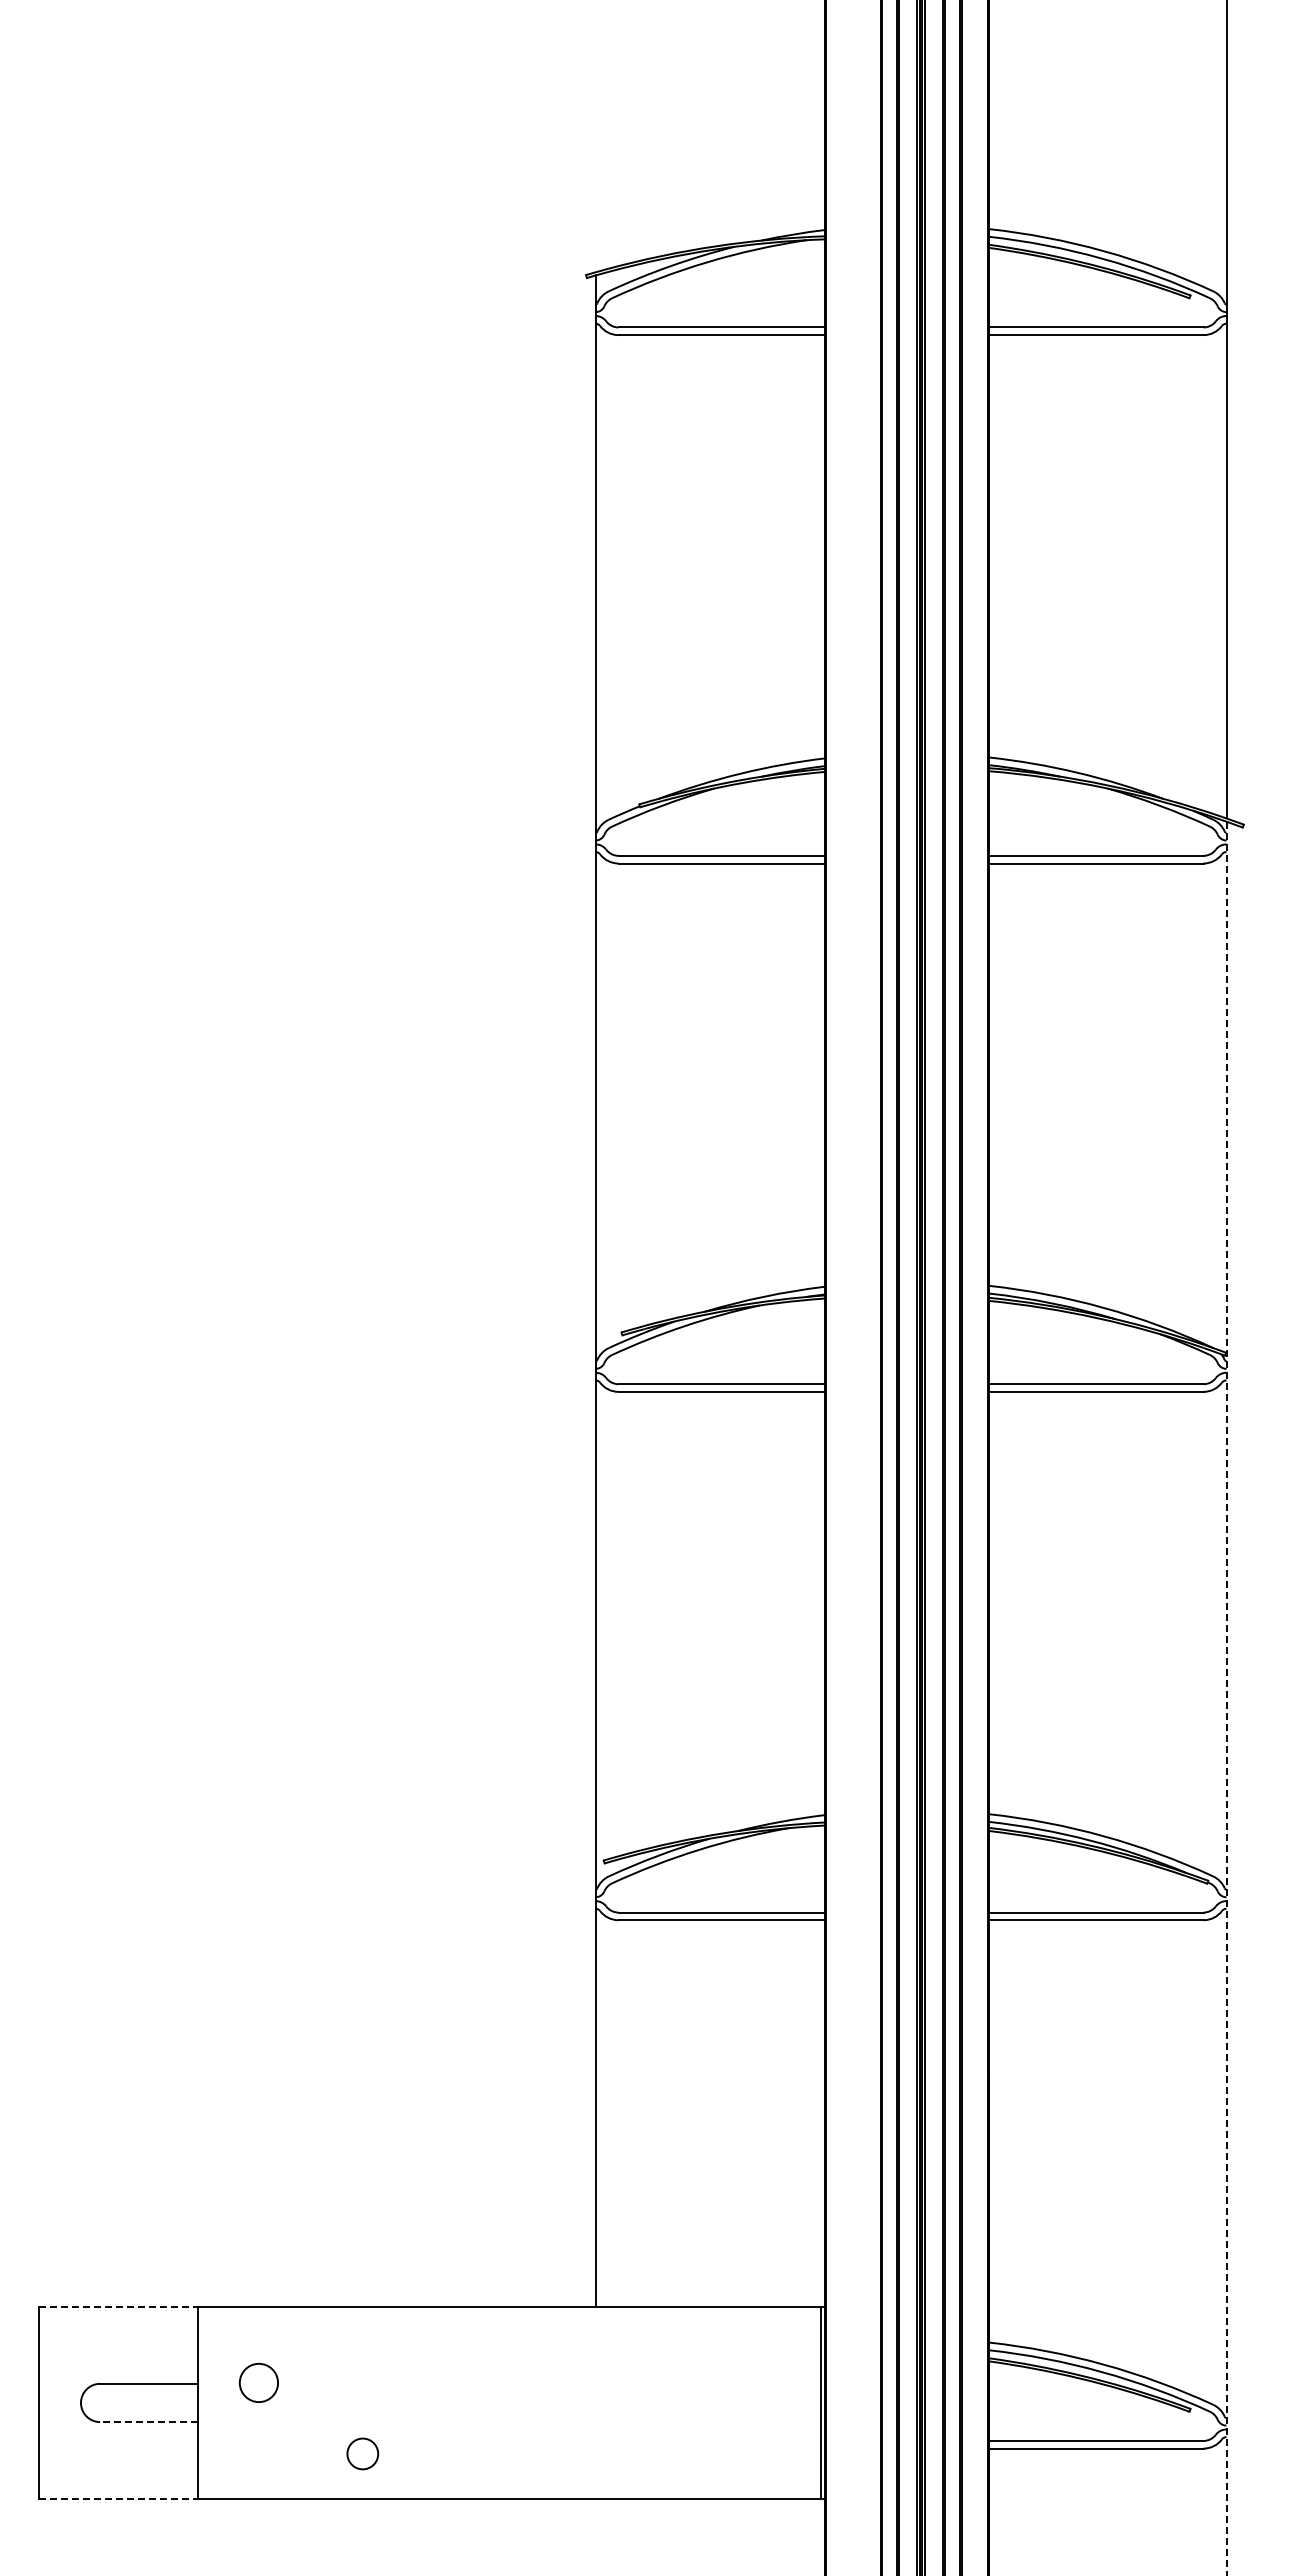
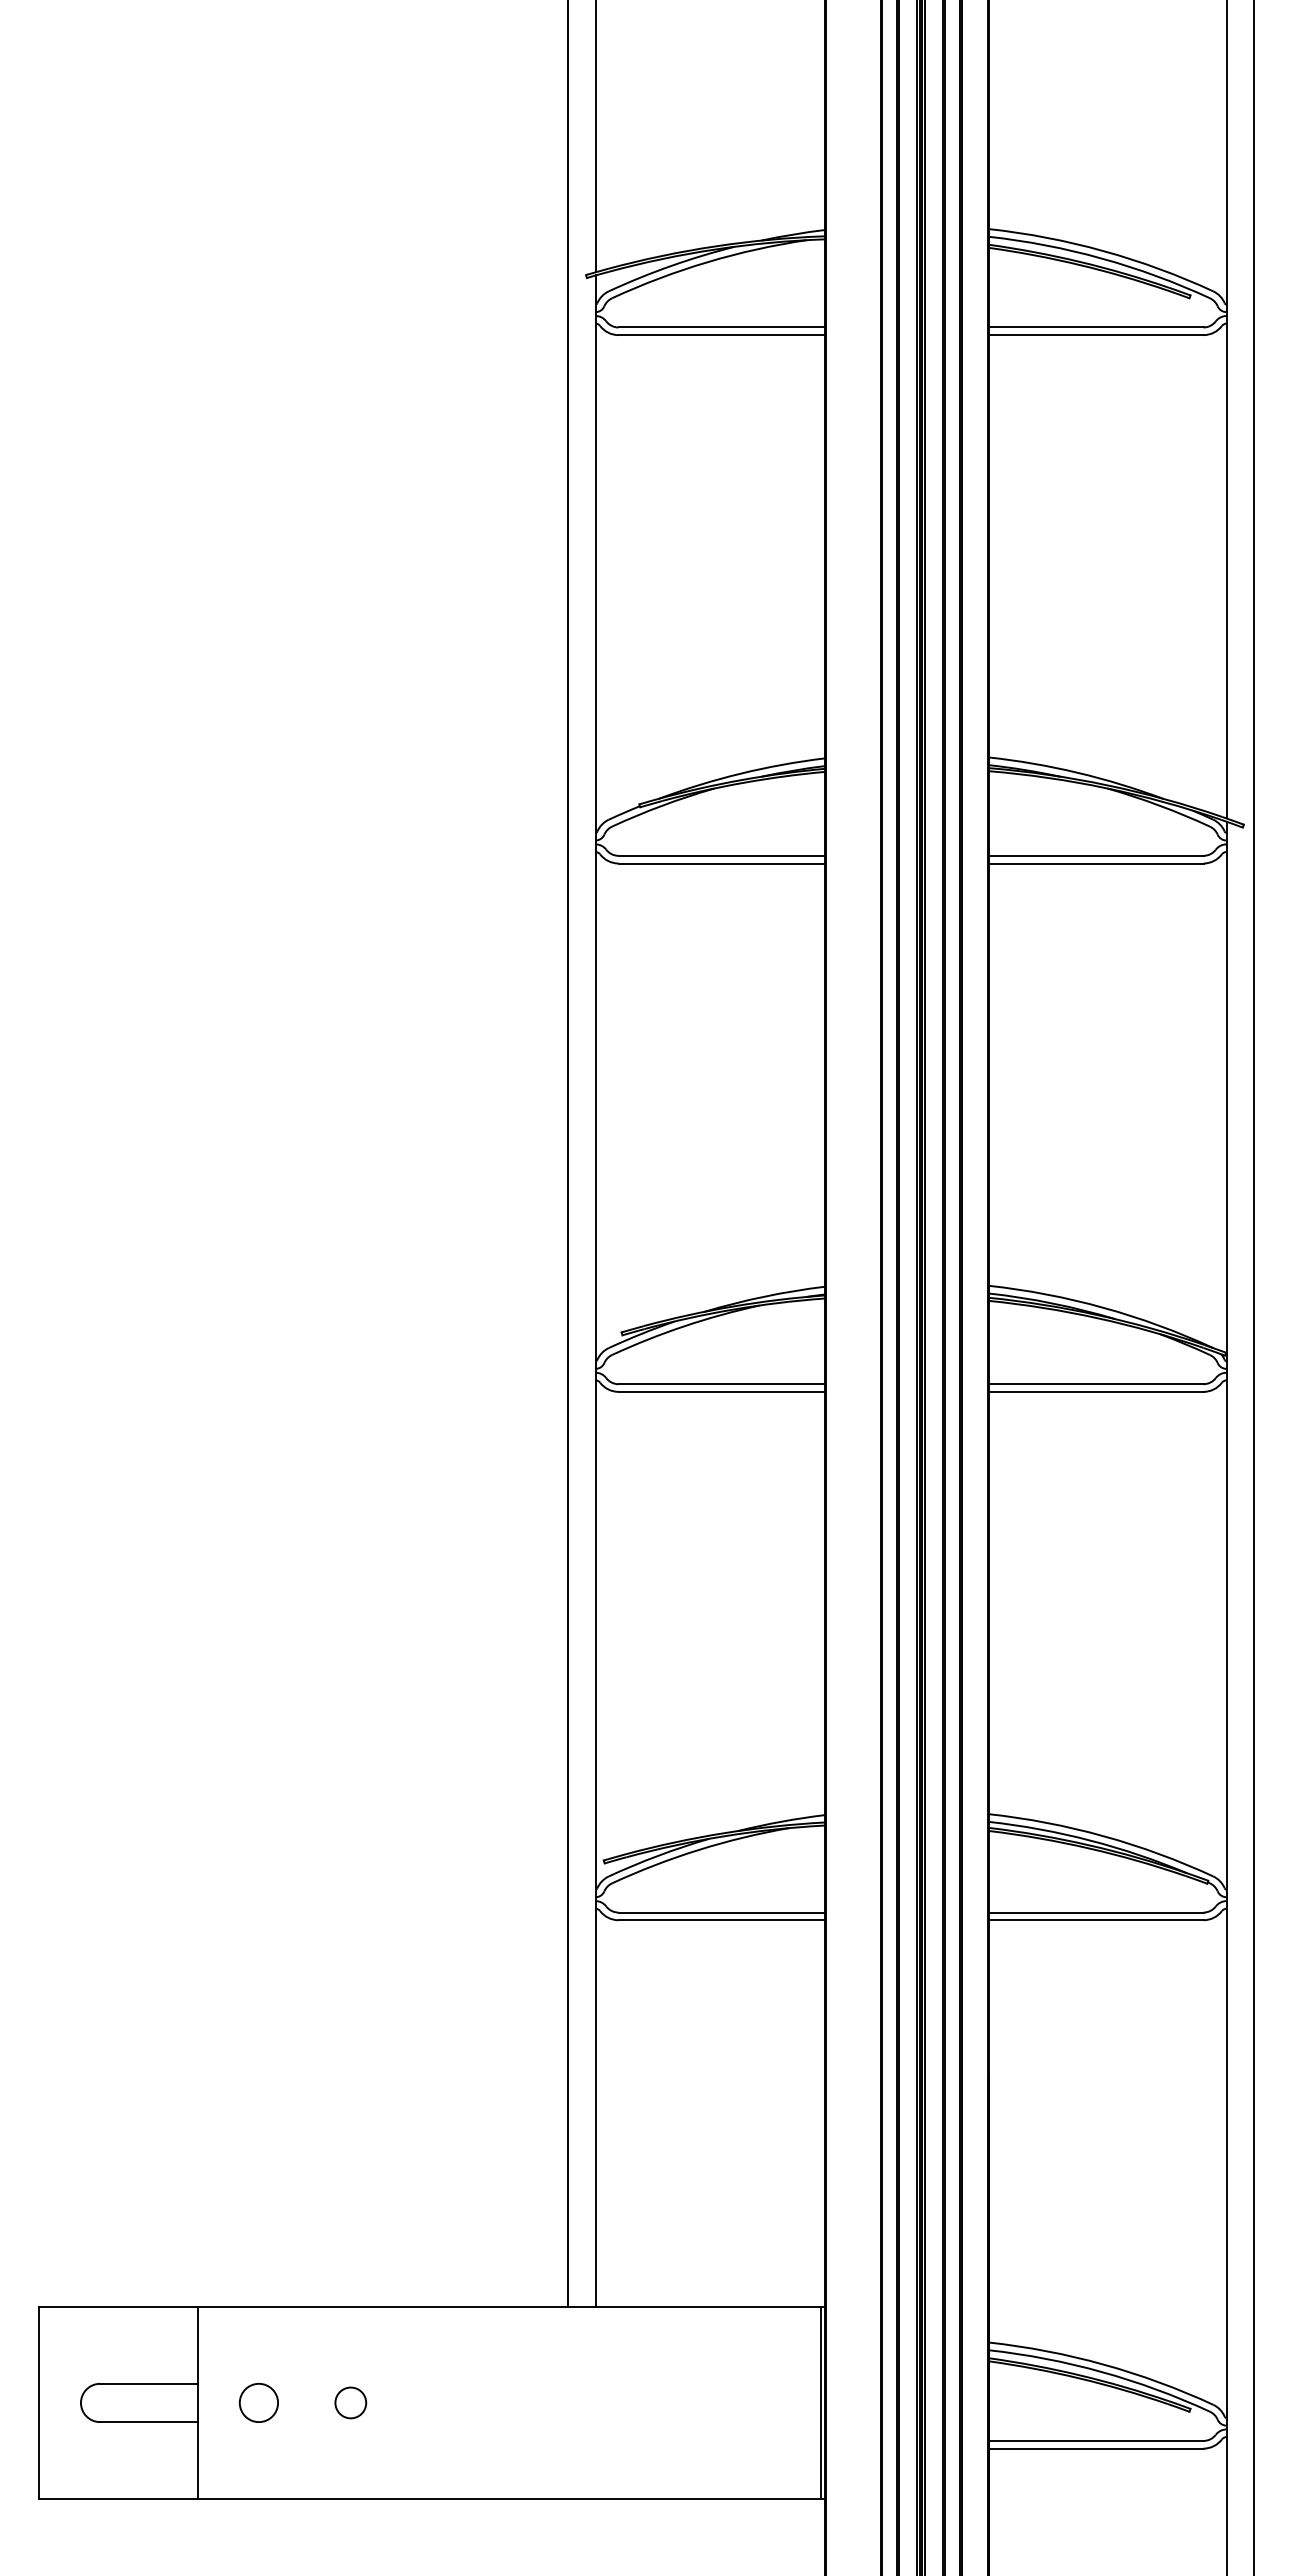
line at (595, 137): none -> present
line at (567, 1154): none -> present
line at (1254, 1287): none -> present
line at (1226, 1698): dashed -> solid
line at (118, 2307): dashed -> solid
circle at (258, 2382) position: (258, 2382) -> (258, 2402)
line at (148, 2422): dashed -> solid
circle at (362, 2453) position: (362, 2453) -> (350, 2402)
line at (118, 2498): dashed -> solid
